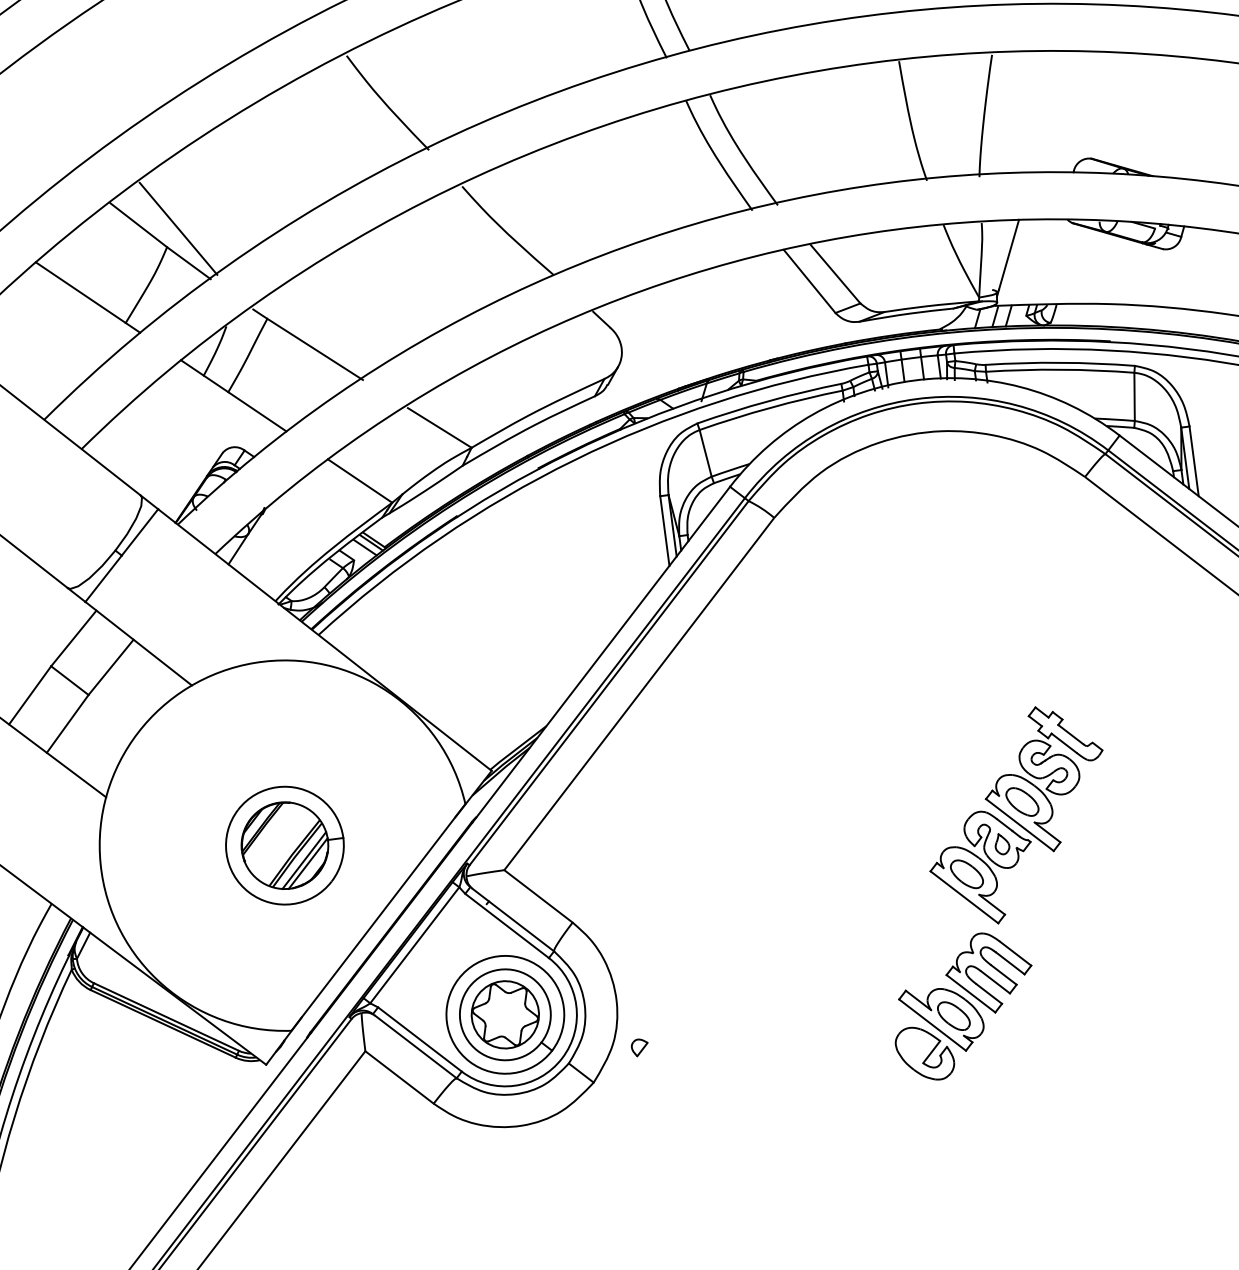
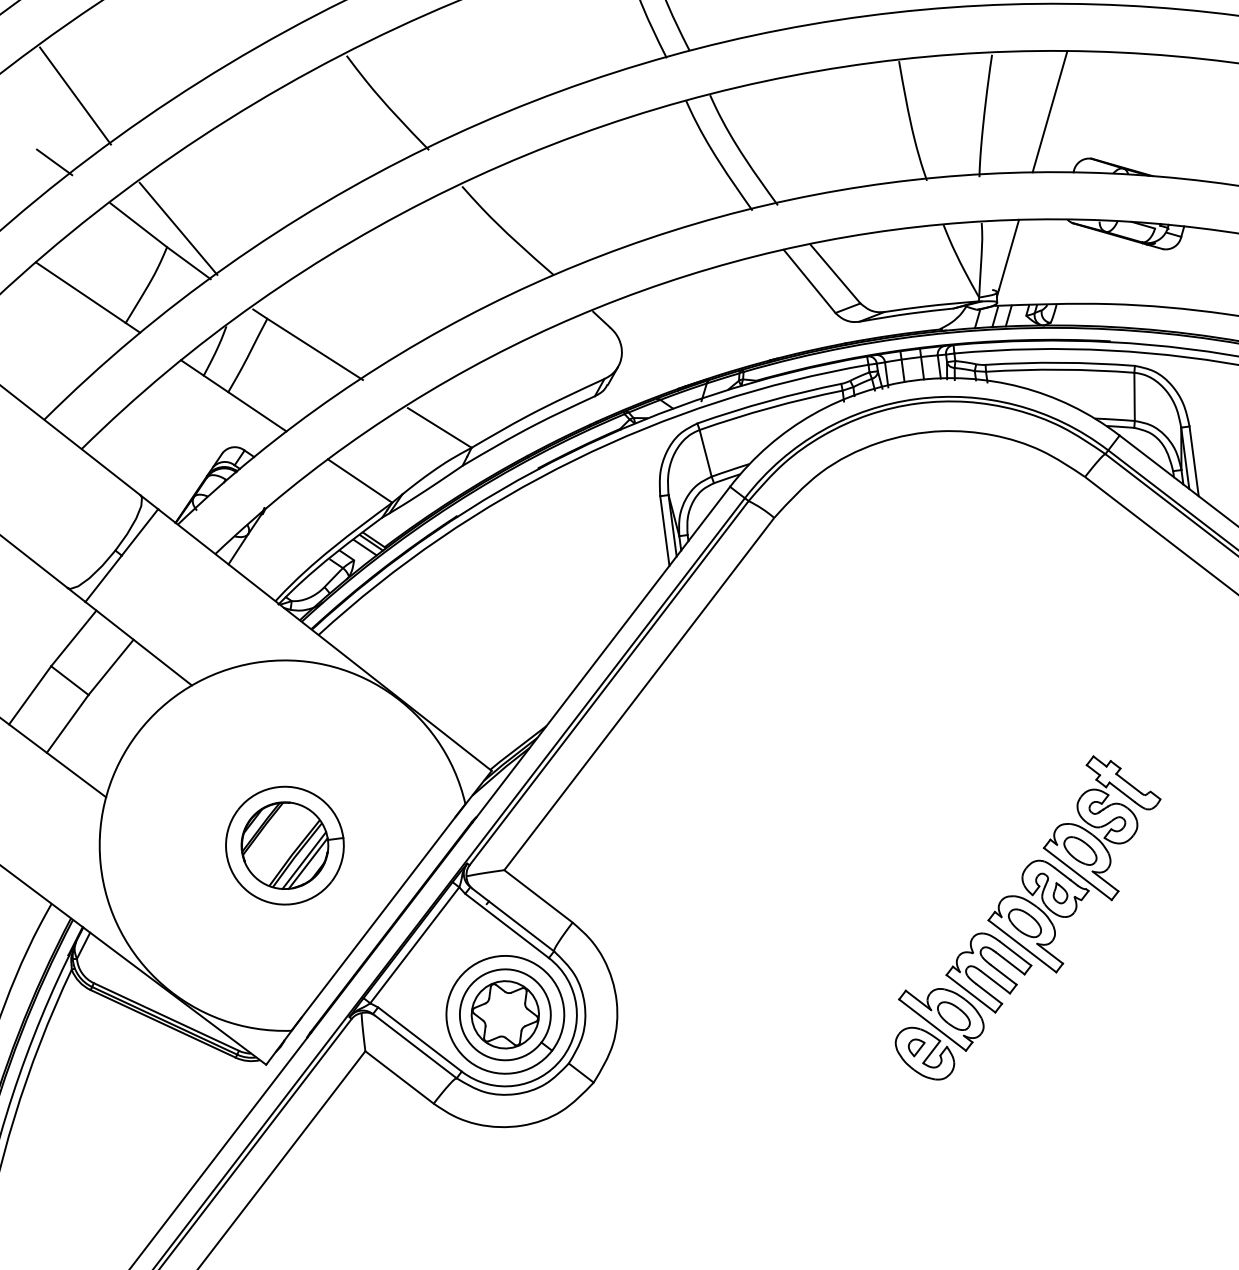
line at (75, 95): none -> present
line at (1049, 111): none -> present
line at (54, 162): none -> present
part at (1016, 815) position: (1016, 815) -> (1074, 864)
part at (639, 1047) position: (639, 1047) -> (916, 1047)
